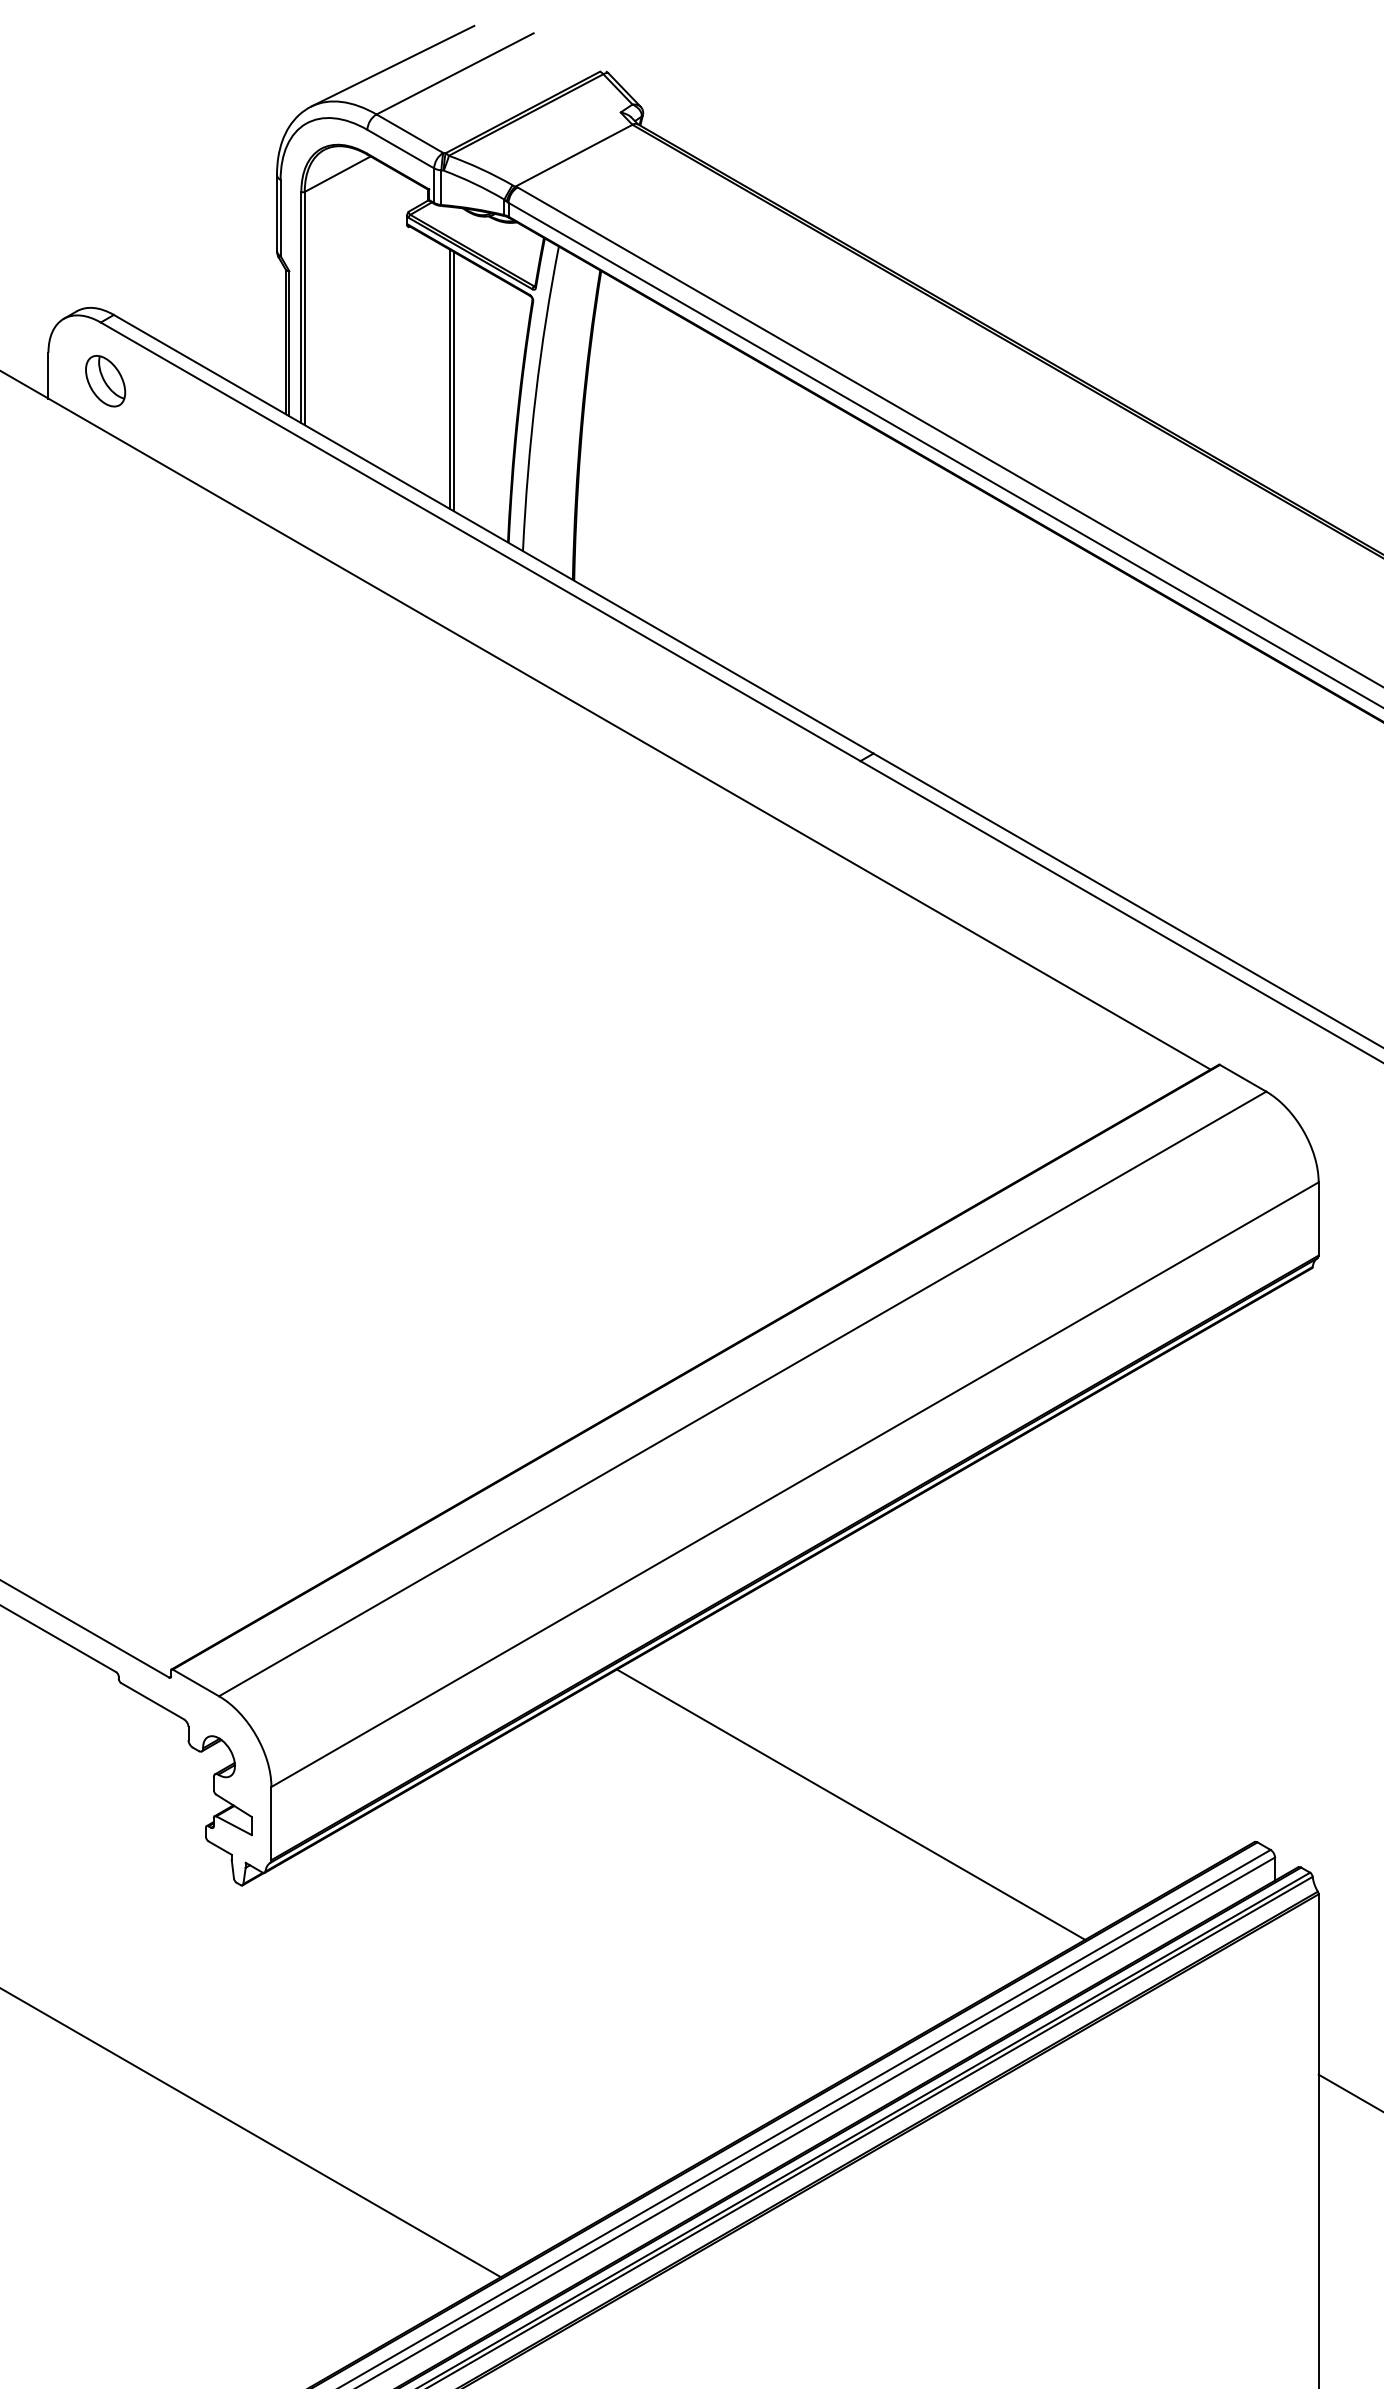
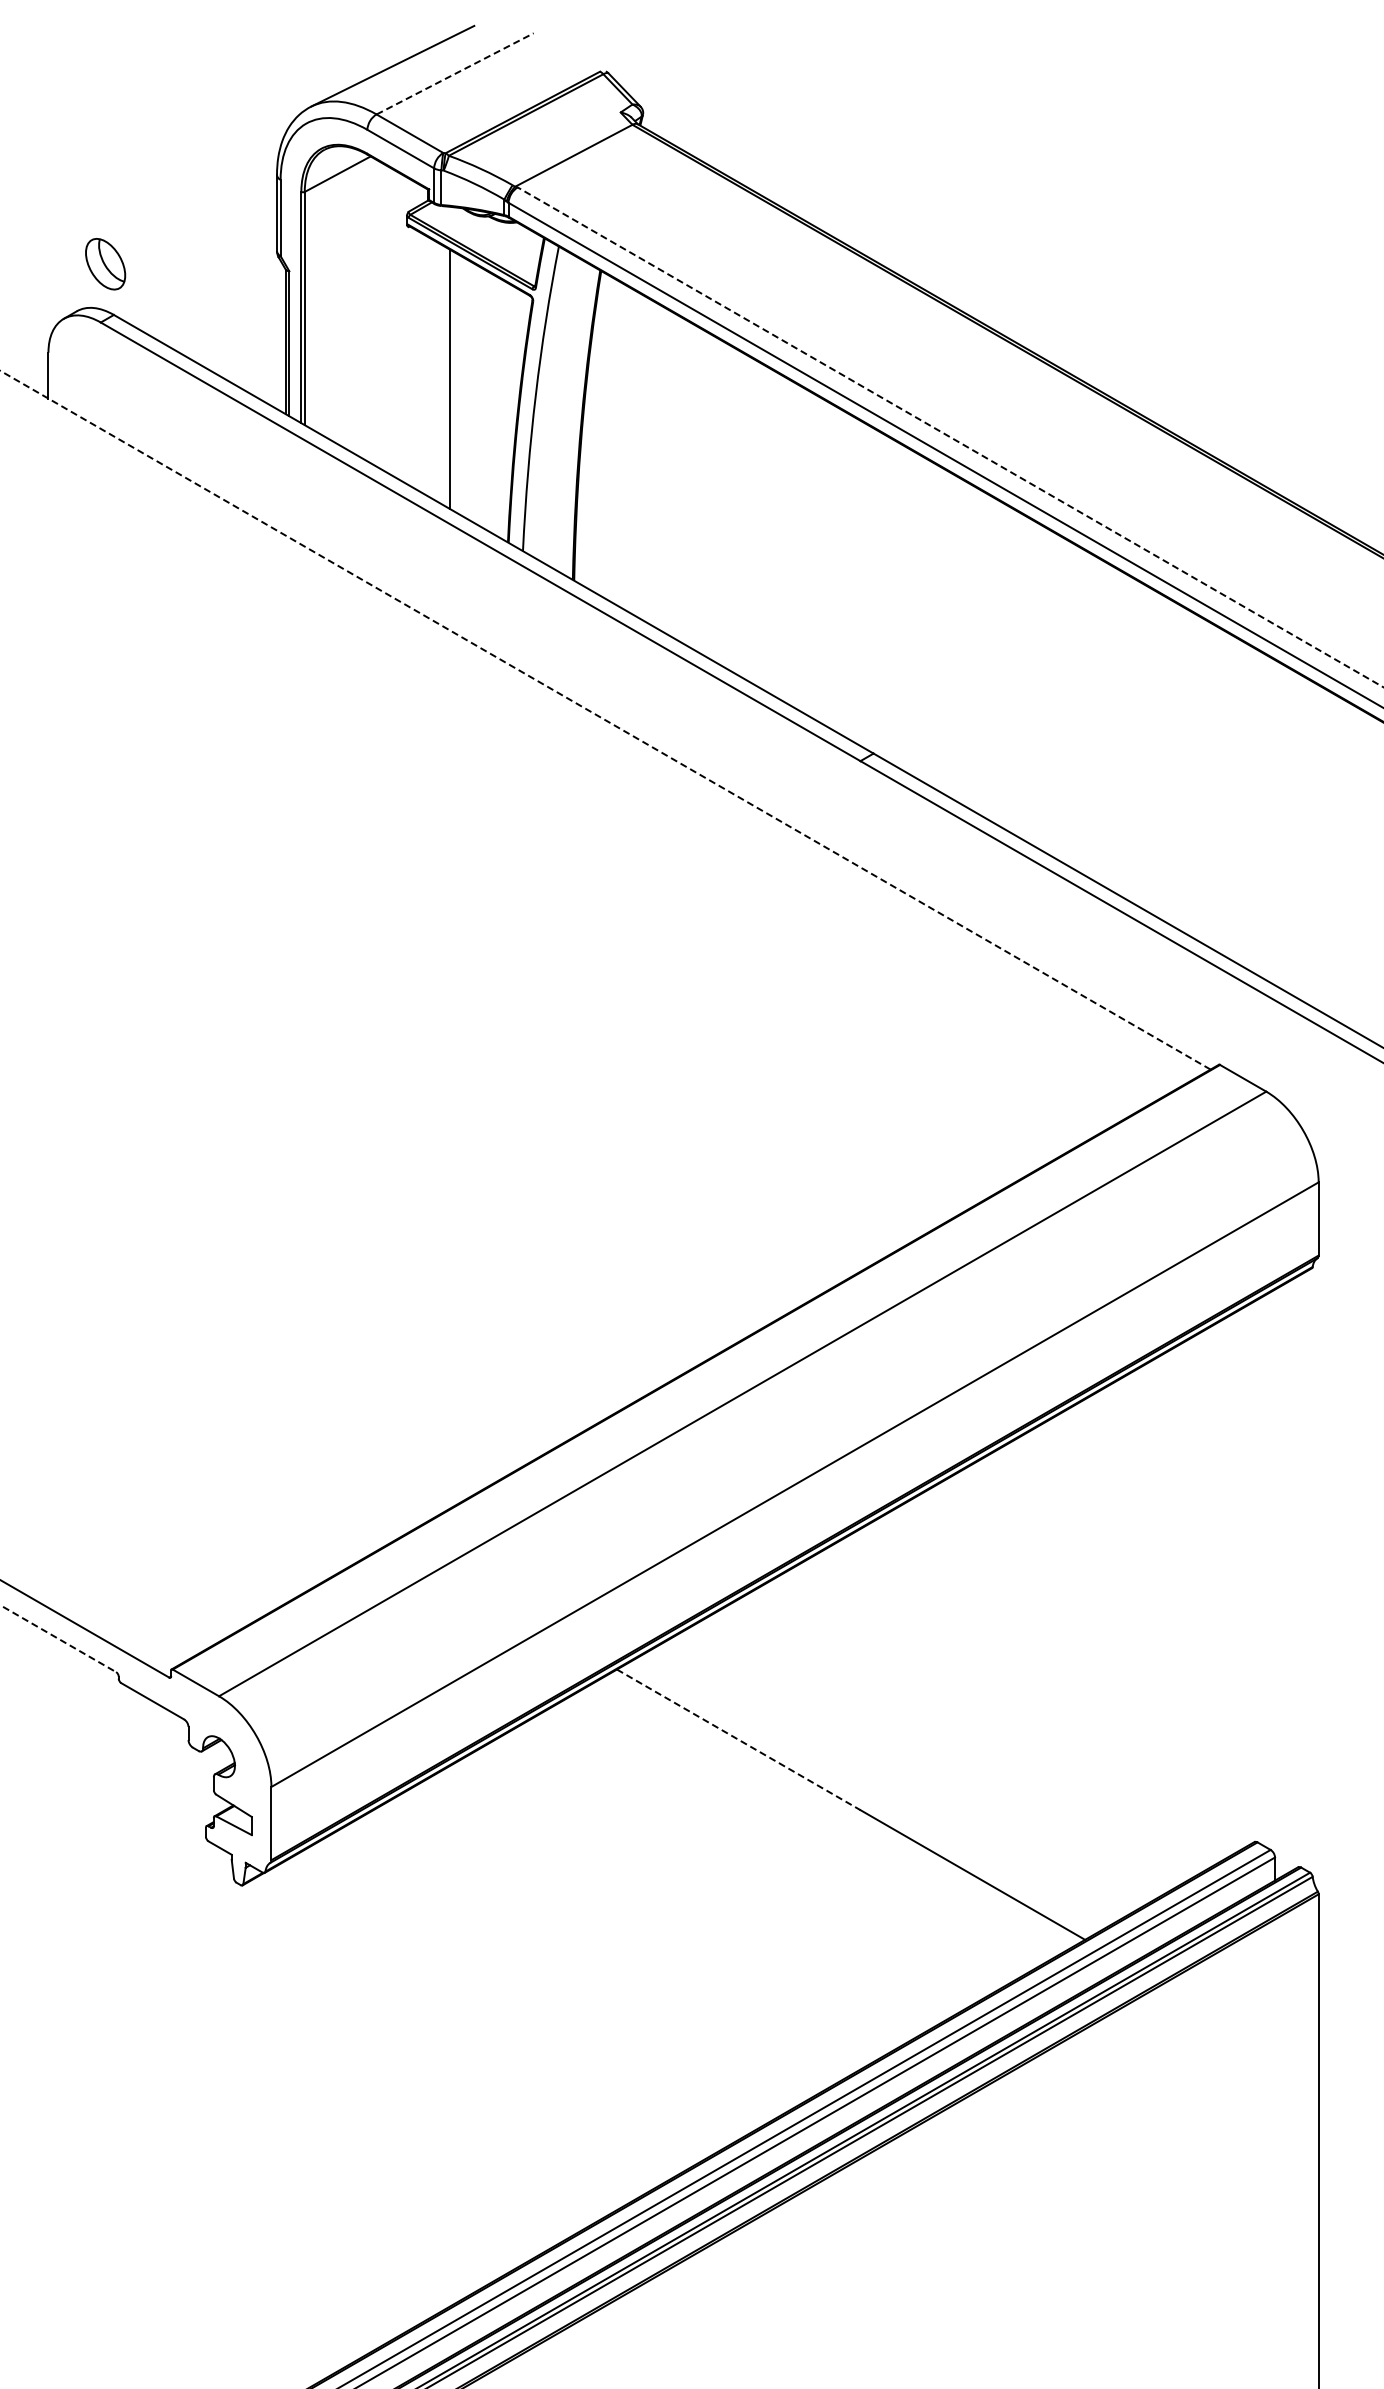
line at (455, 73): solid -> dashed
part at (105, 381) position: (105, 381) -> (105, 264)
line at (453, 381): present -> none
line at (950, 437): solid -> dashed
line at (605, 720): solid -> dashed
line at (58, 1638): solid -> dashed
line at (738, 1739): solid -> dashed
line at (1349, 2092): present -> none
line at (251, 2133): present -> none
